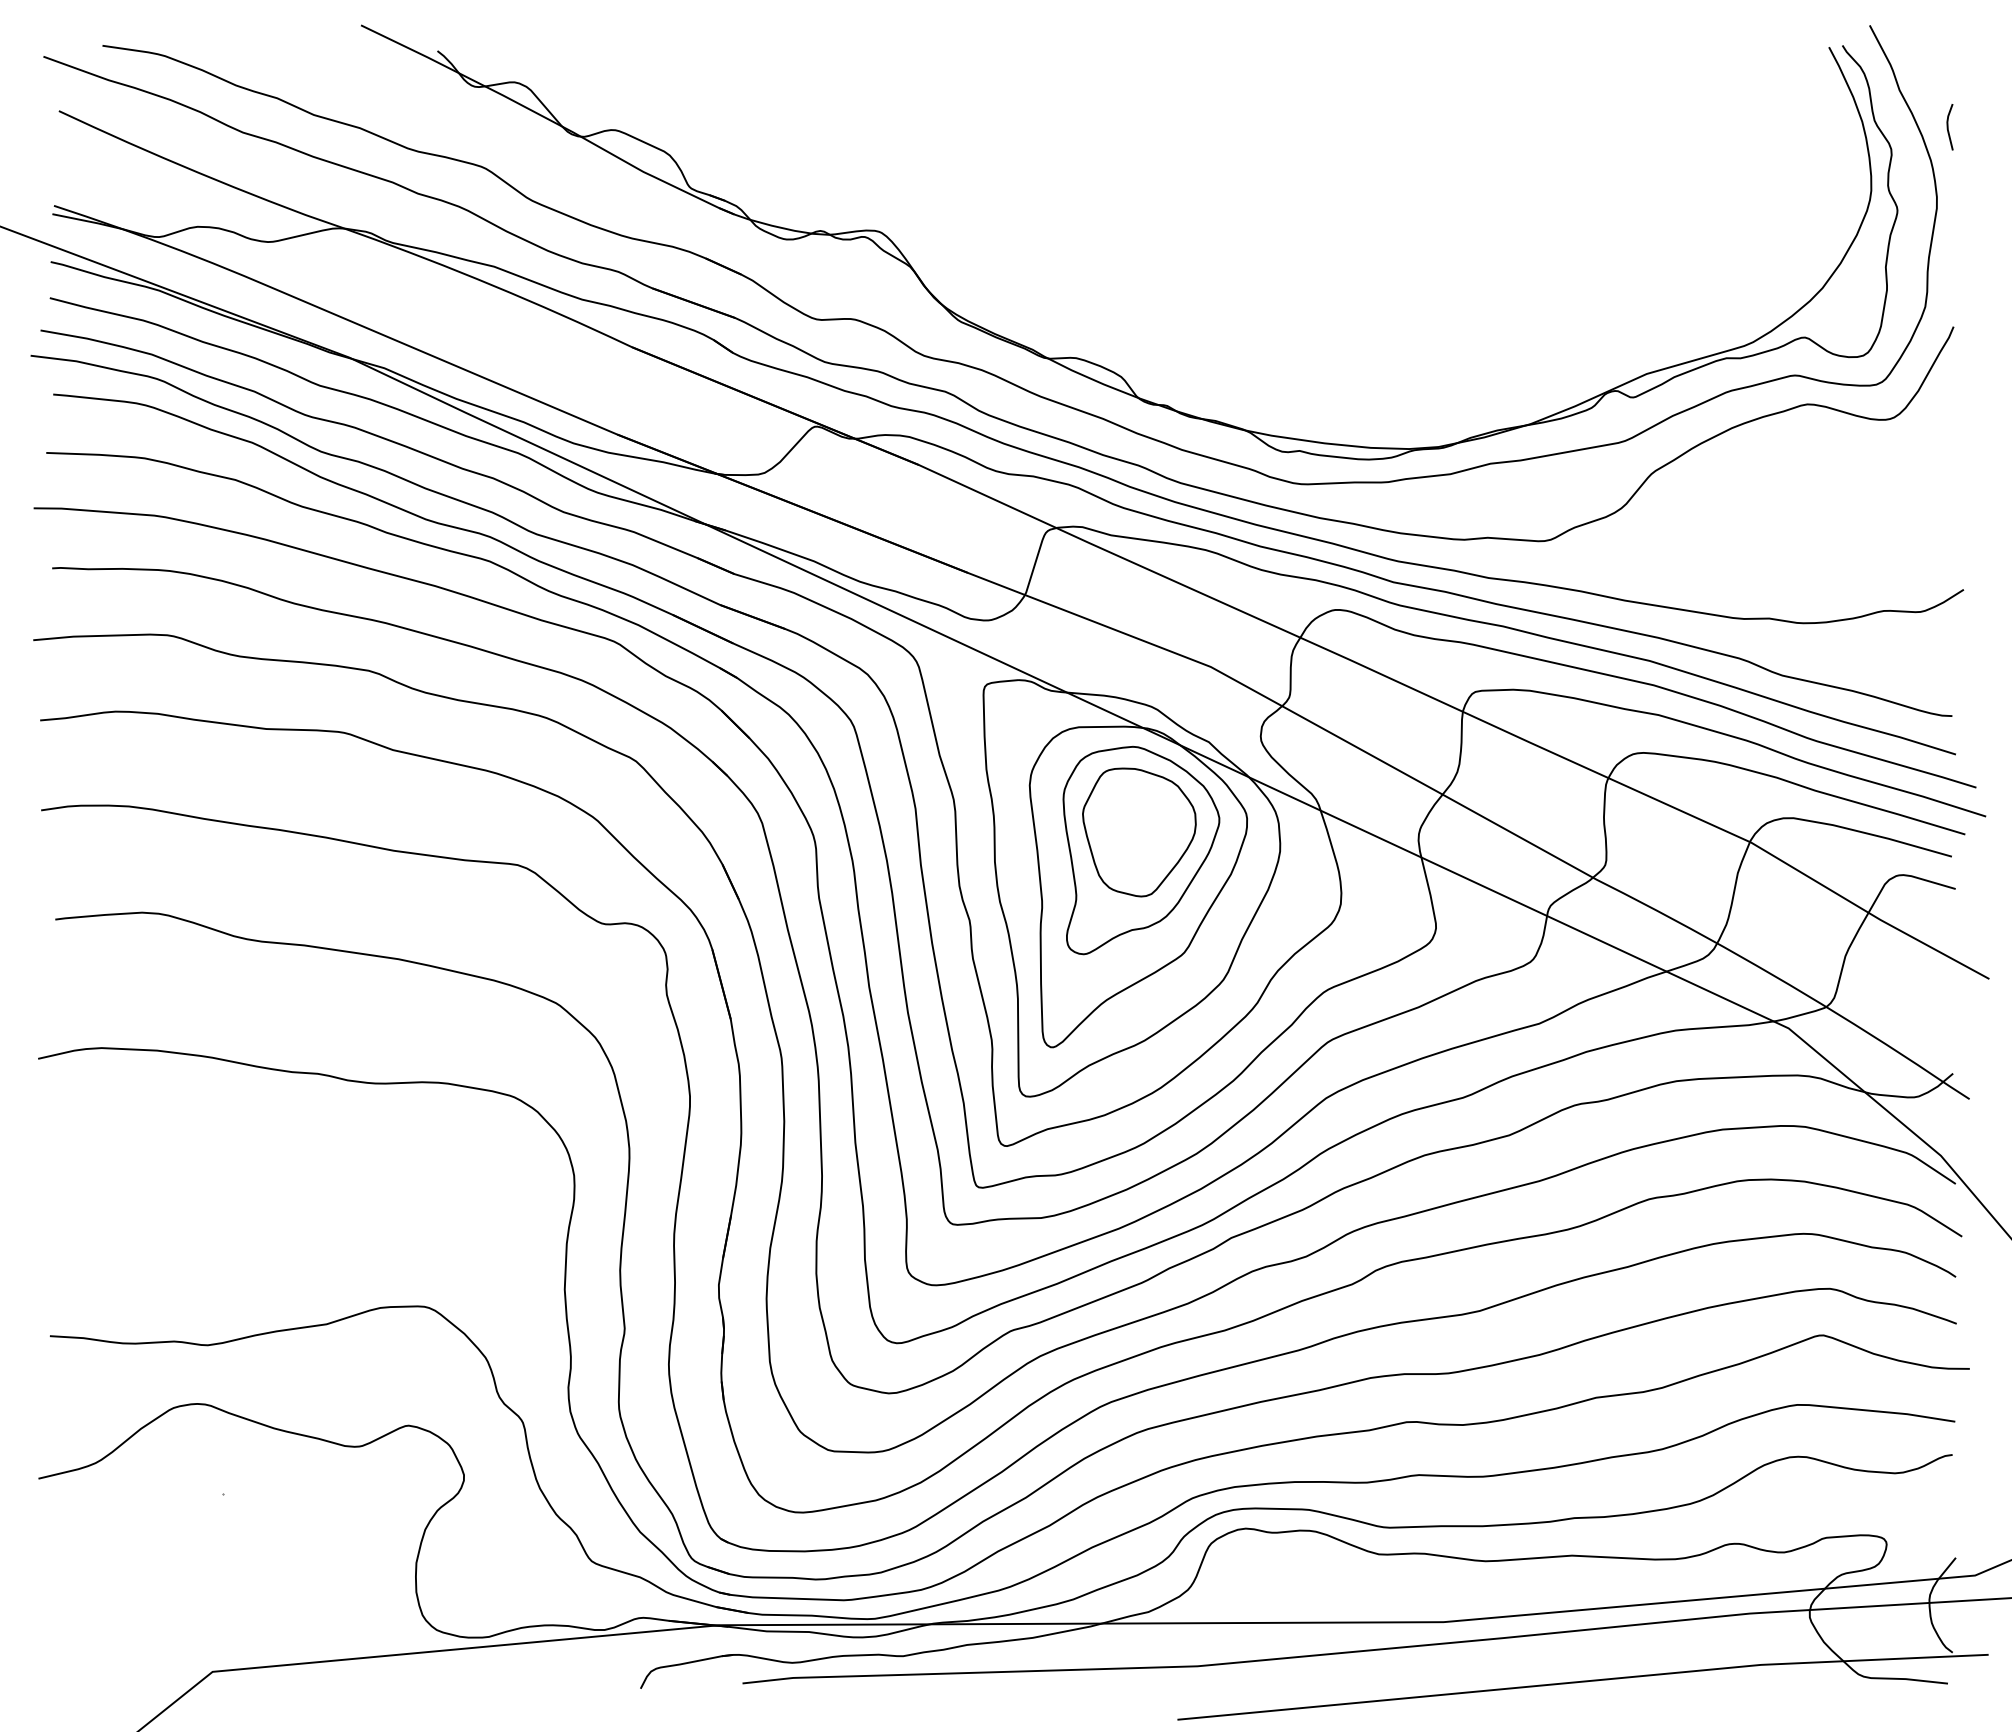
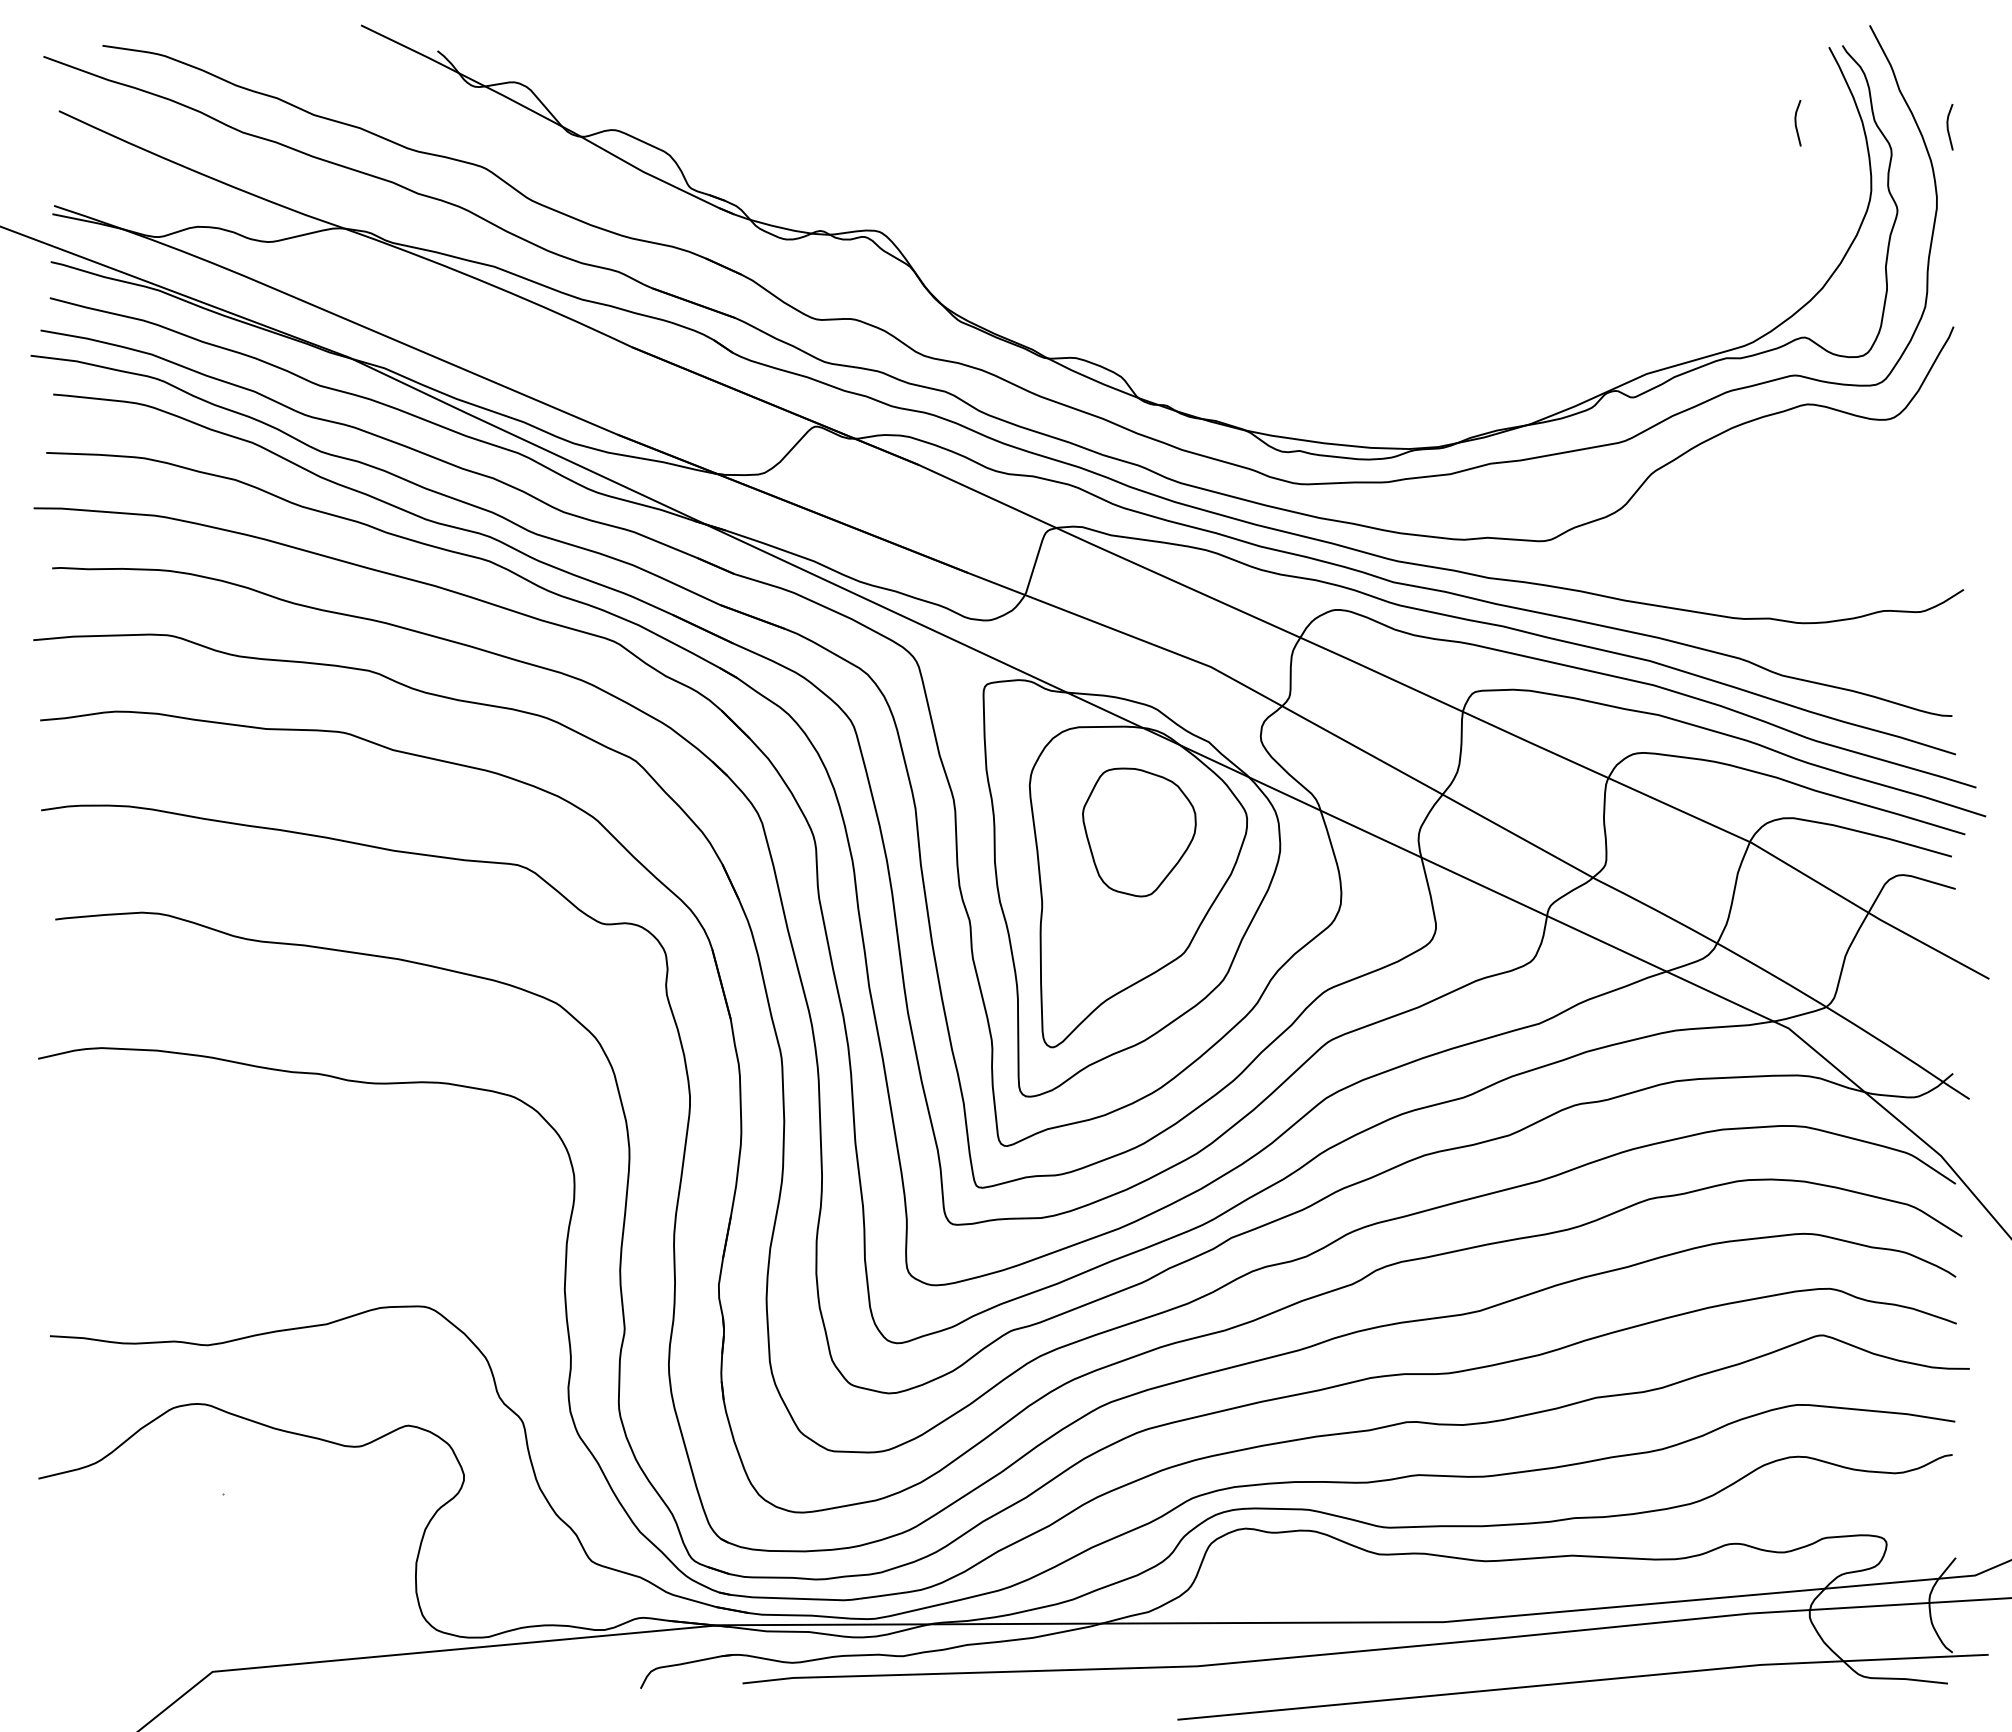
line at (1796, 123): none -> present
part at (1141, 850): present -> none
